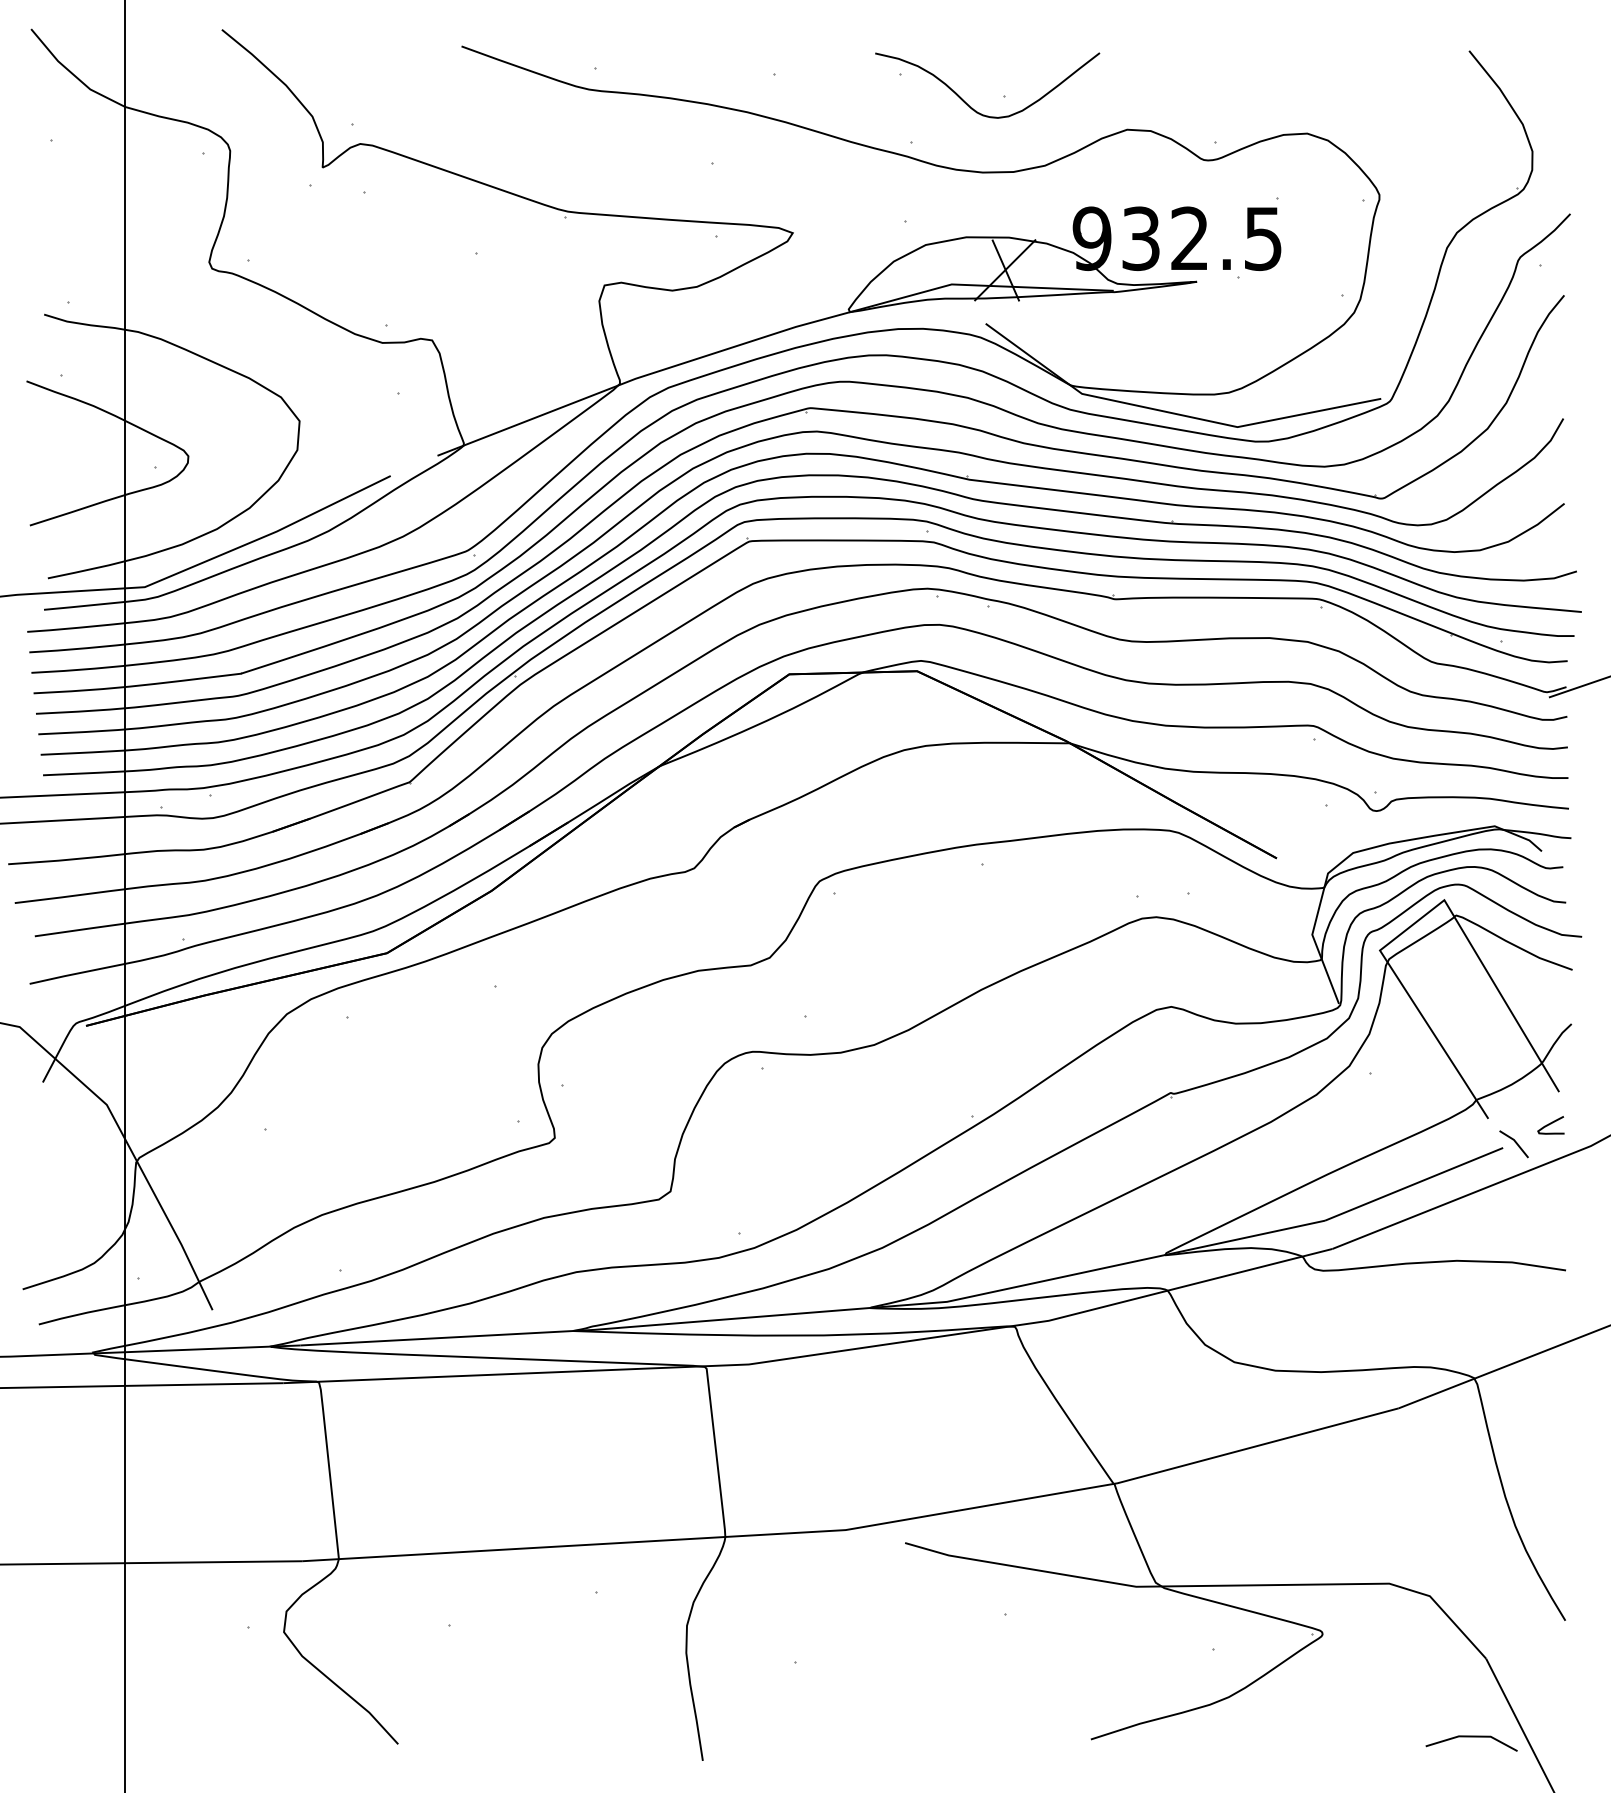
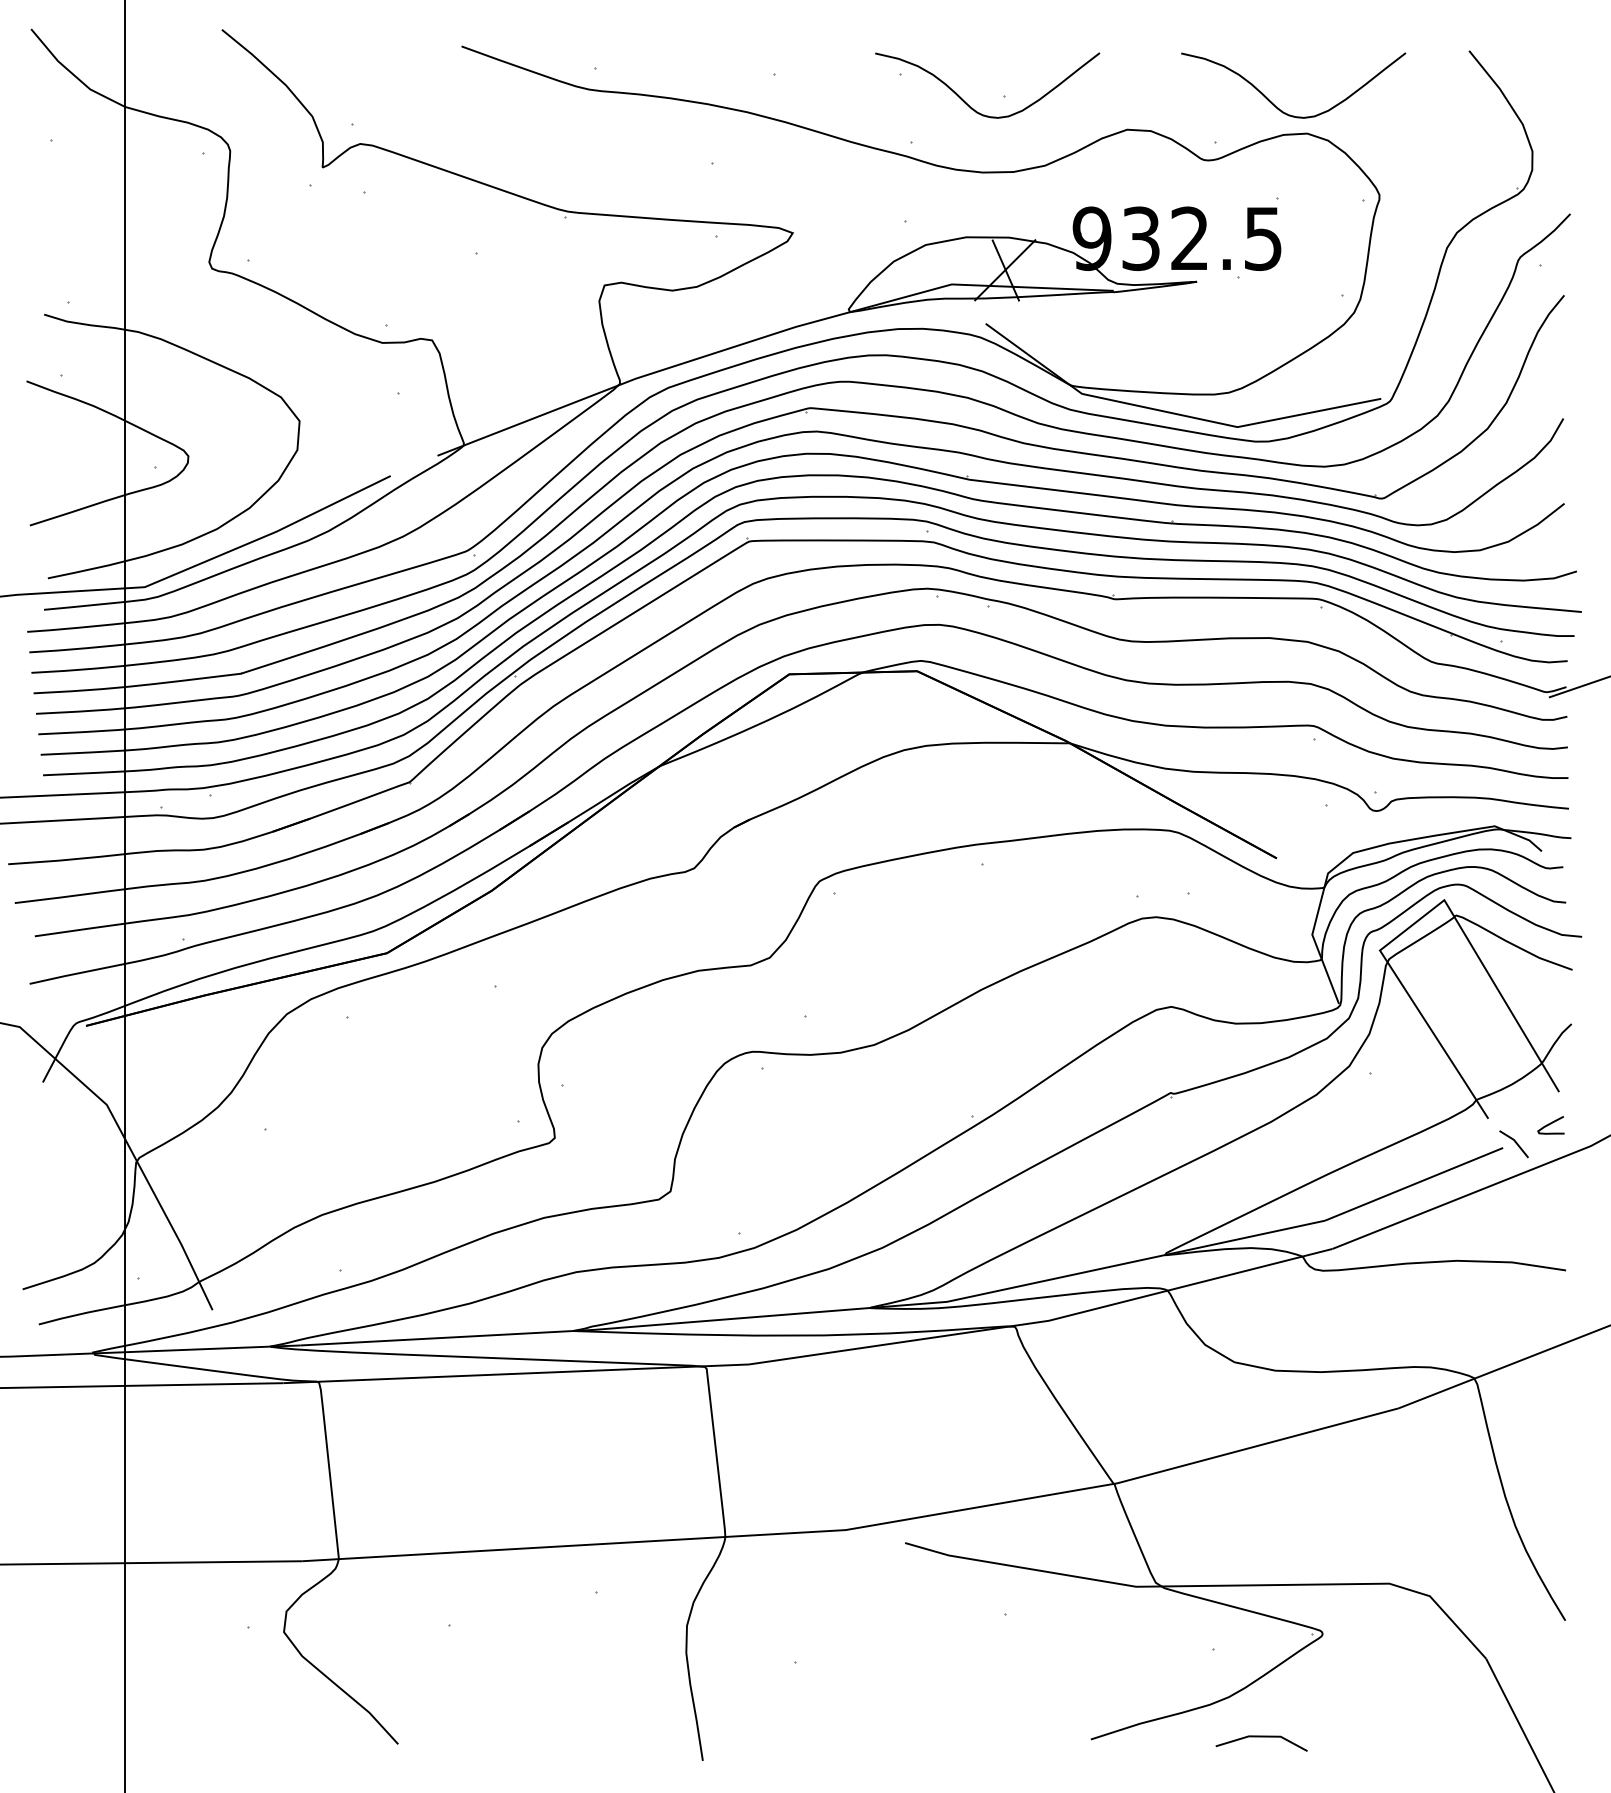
curve at (1278, 107): none -> present
line at (1471, 1737) position: (1471, 1737) -> (1261, 1737)
